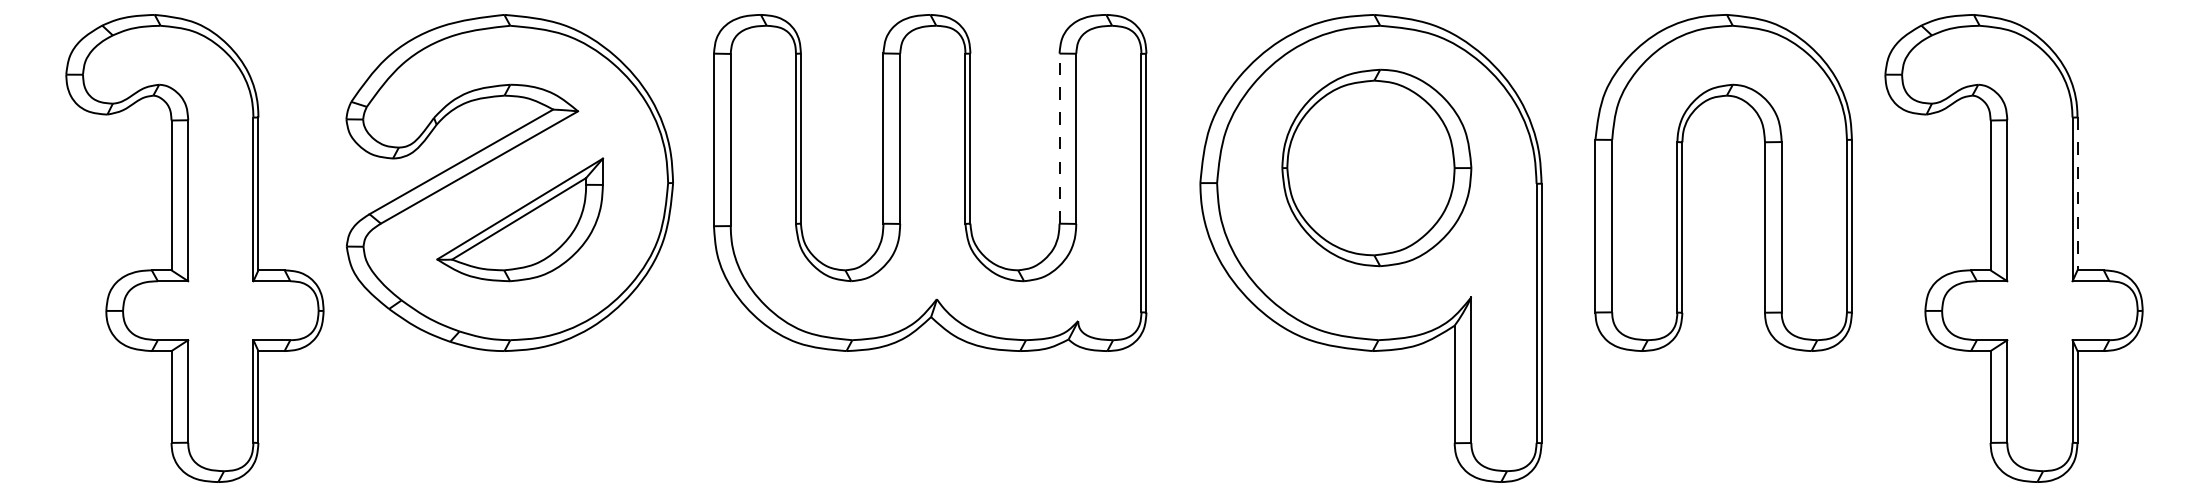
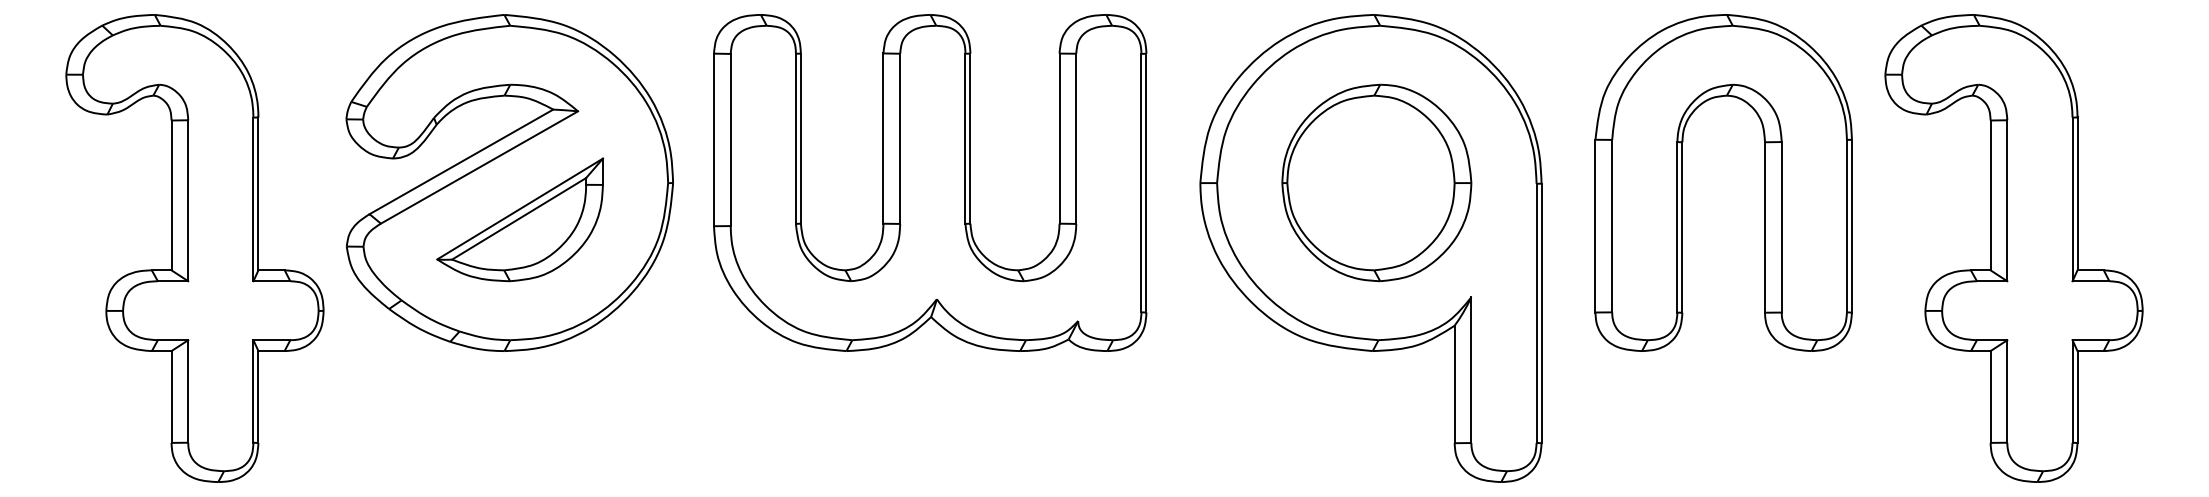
line at (1059, 138): dashed -> solid
part at (1376, 167) position: (1376, 167) -> (1376, 182)
line at (2077, 194): dashed -> solid
